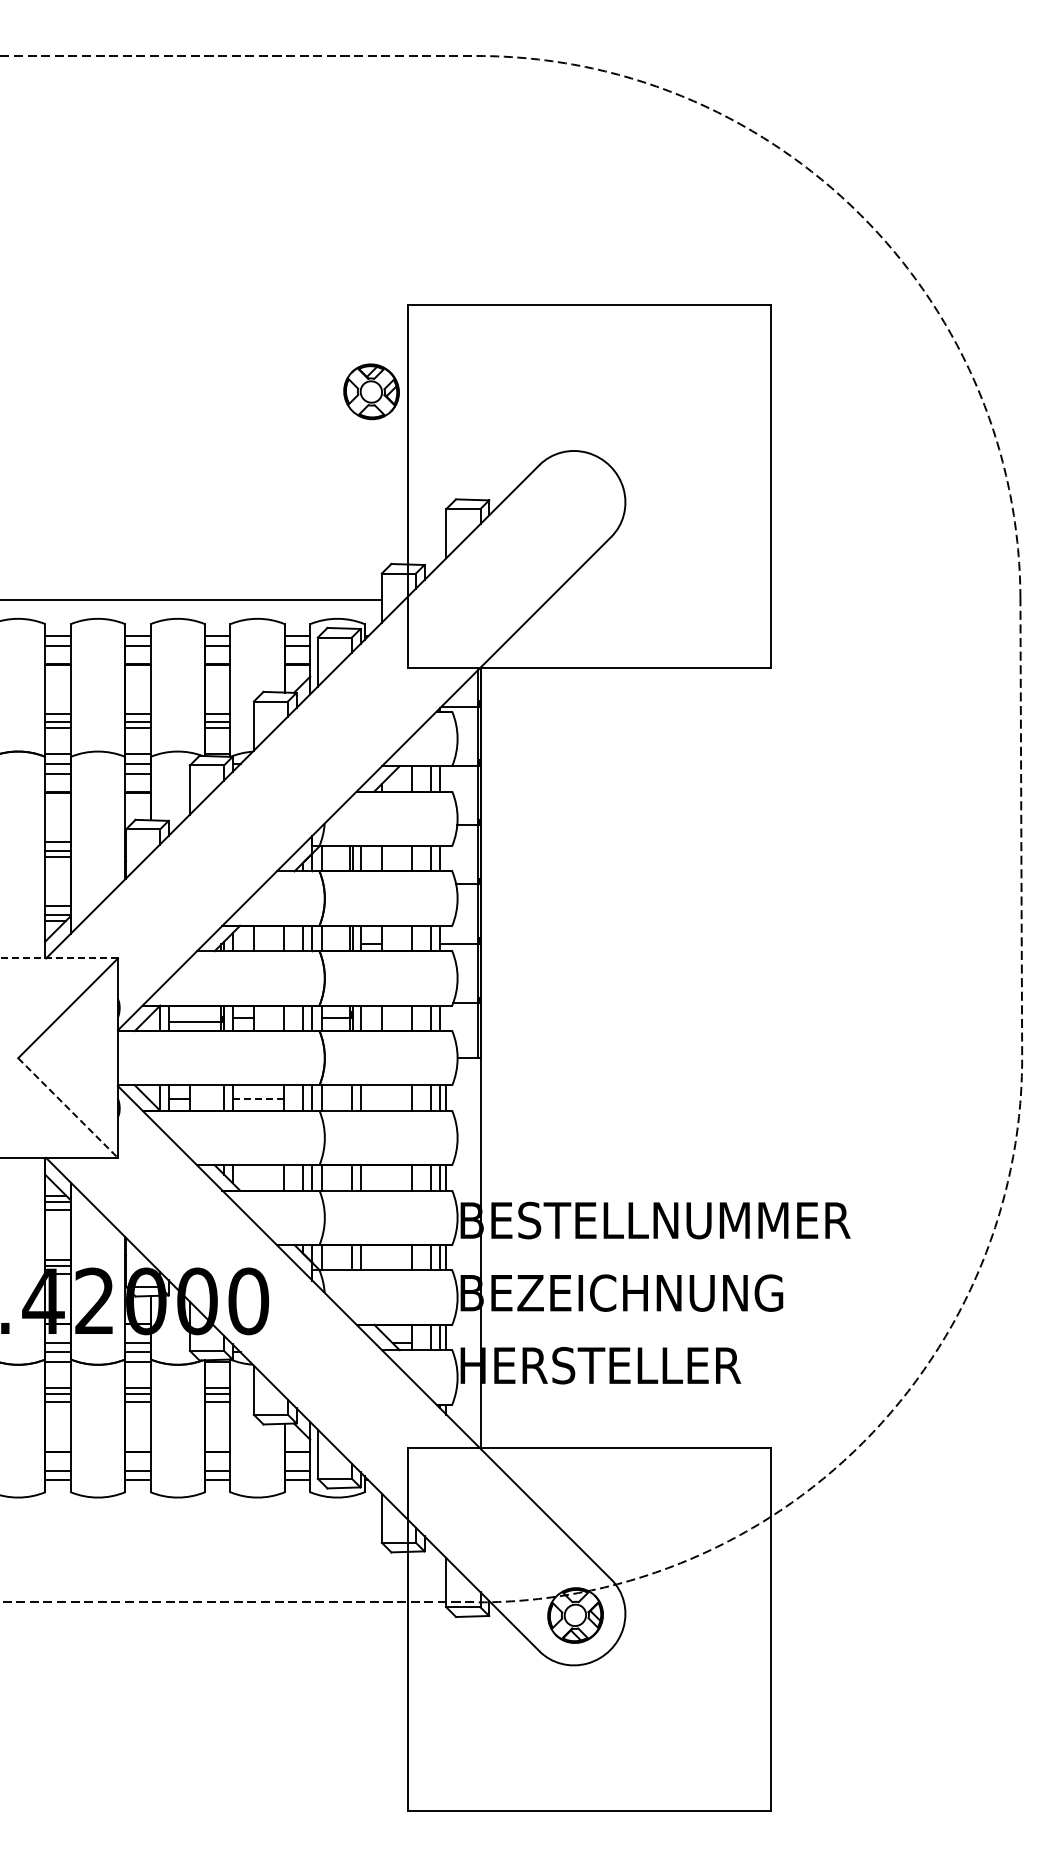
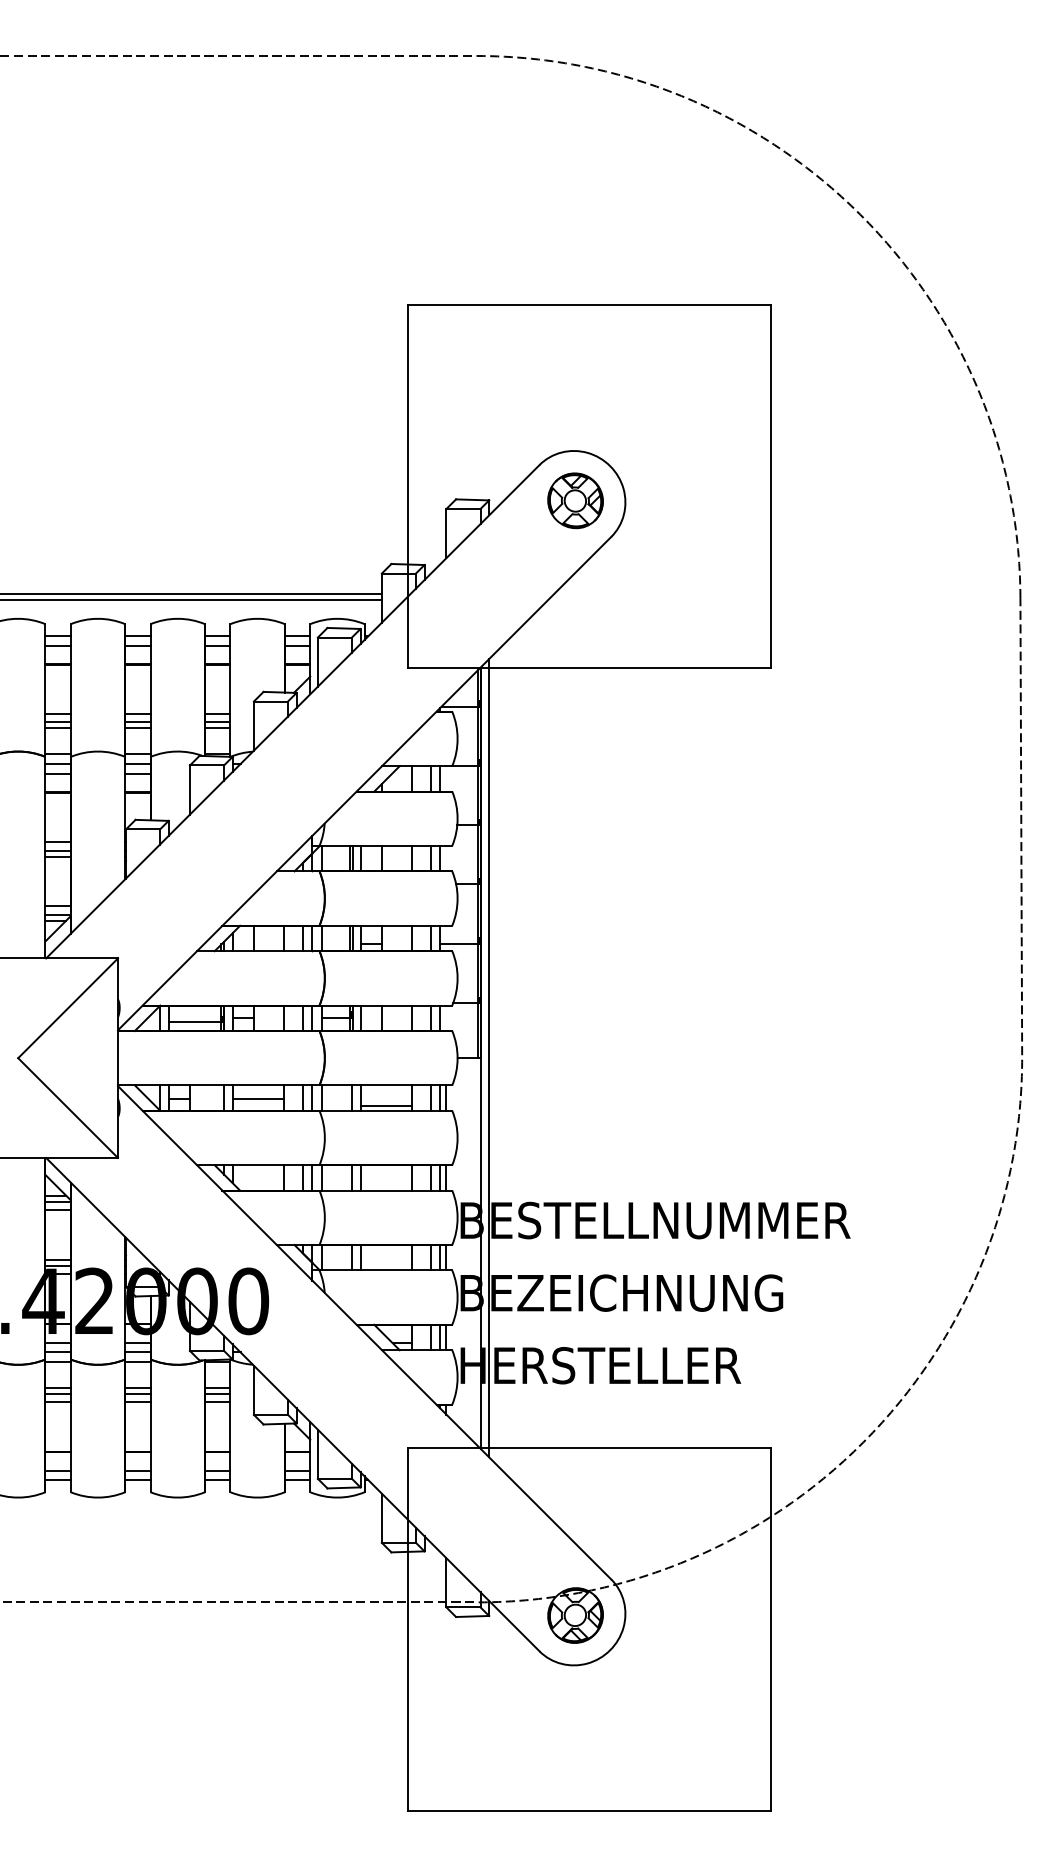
part at (371, 391) position: (371, 391) -> (575, 500)
line at (191, 594): none -> present
line at (59, 958): dashed -> solid
line at (489, 1058): none -> present
line at (258, 1098): dashed -> solid
line at (385, 1106): none -> present
line at (68, 1108): dashed -> solid
